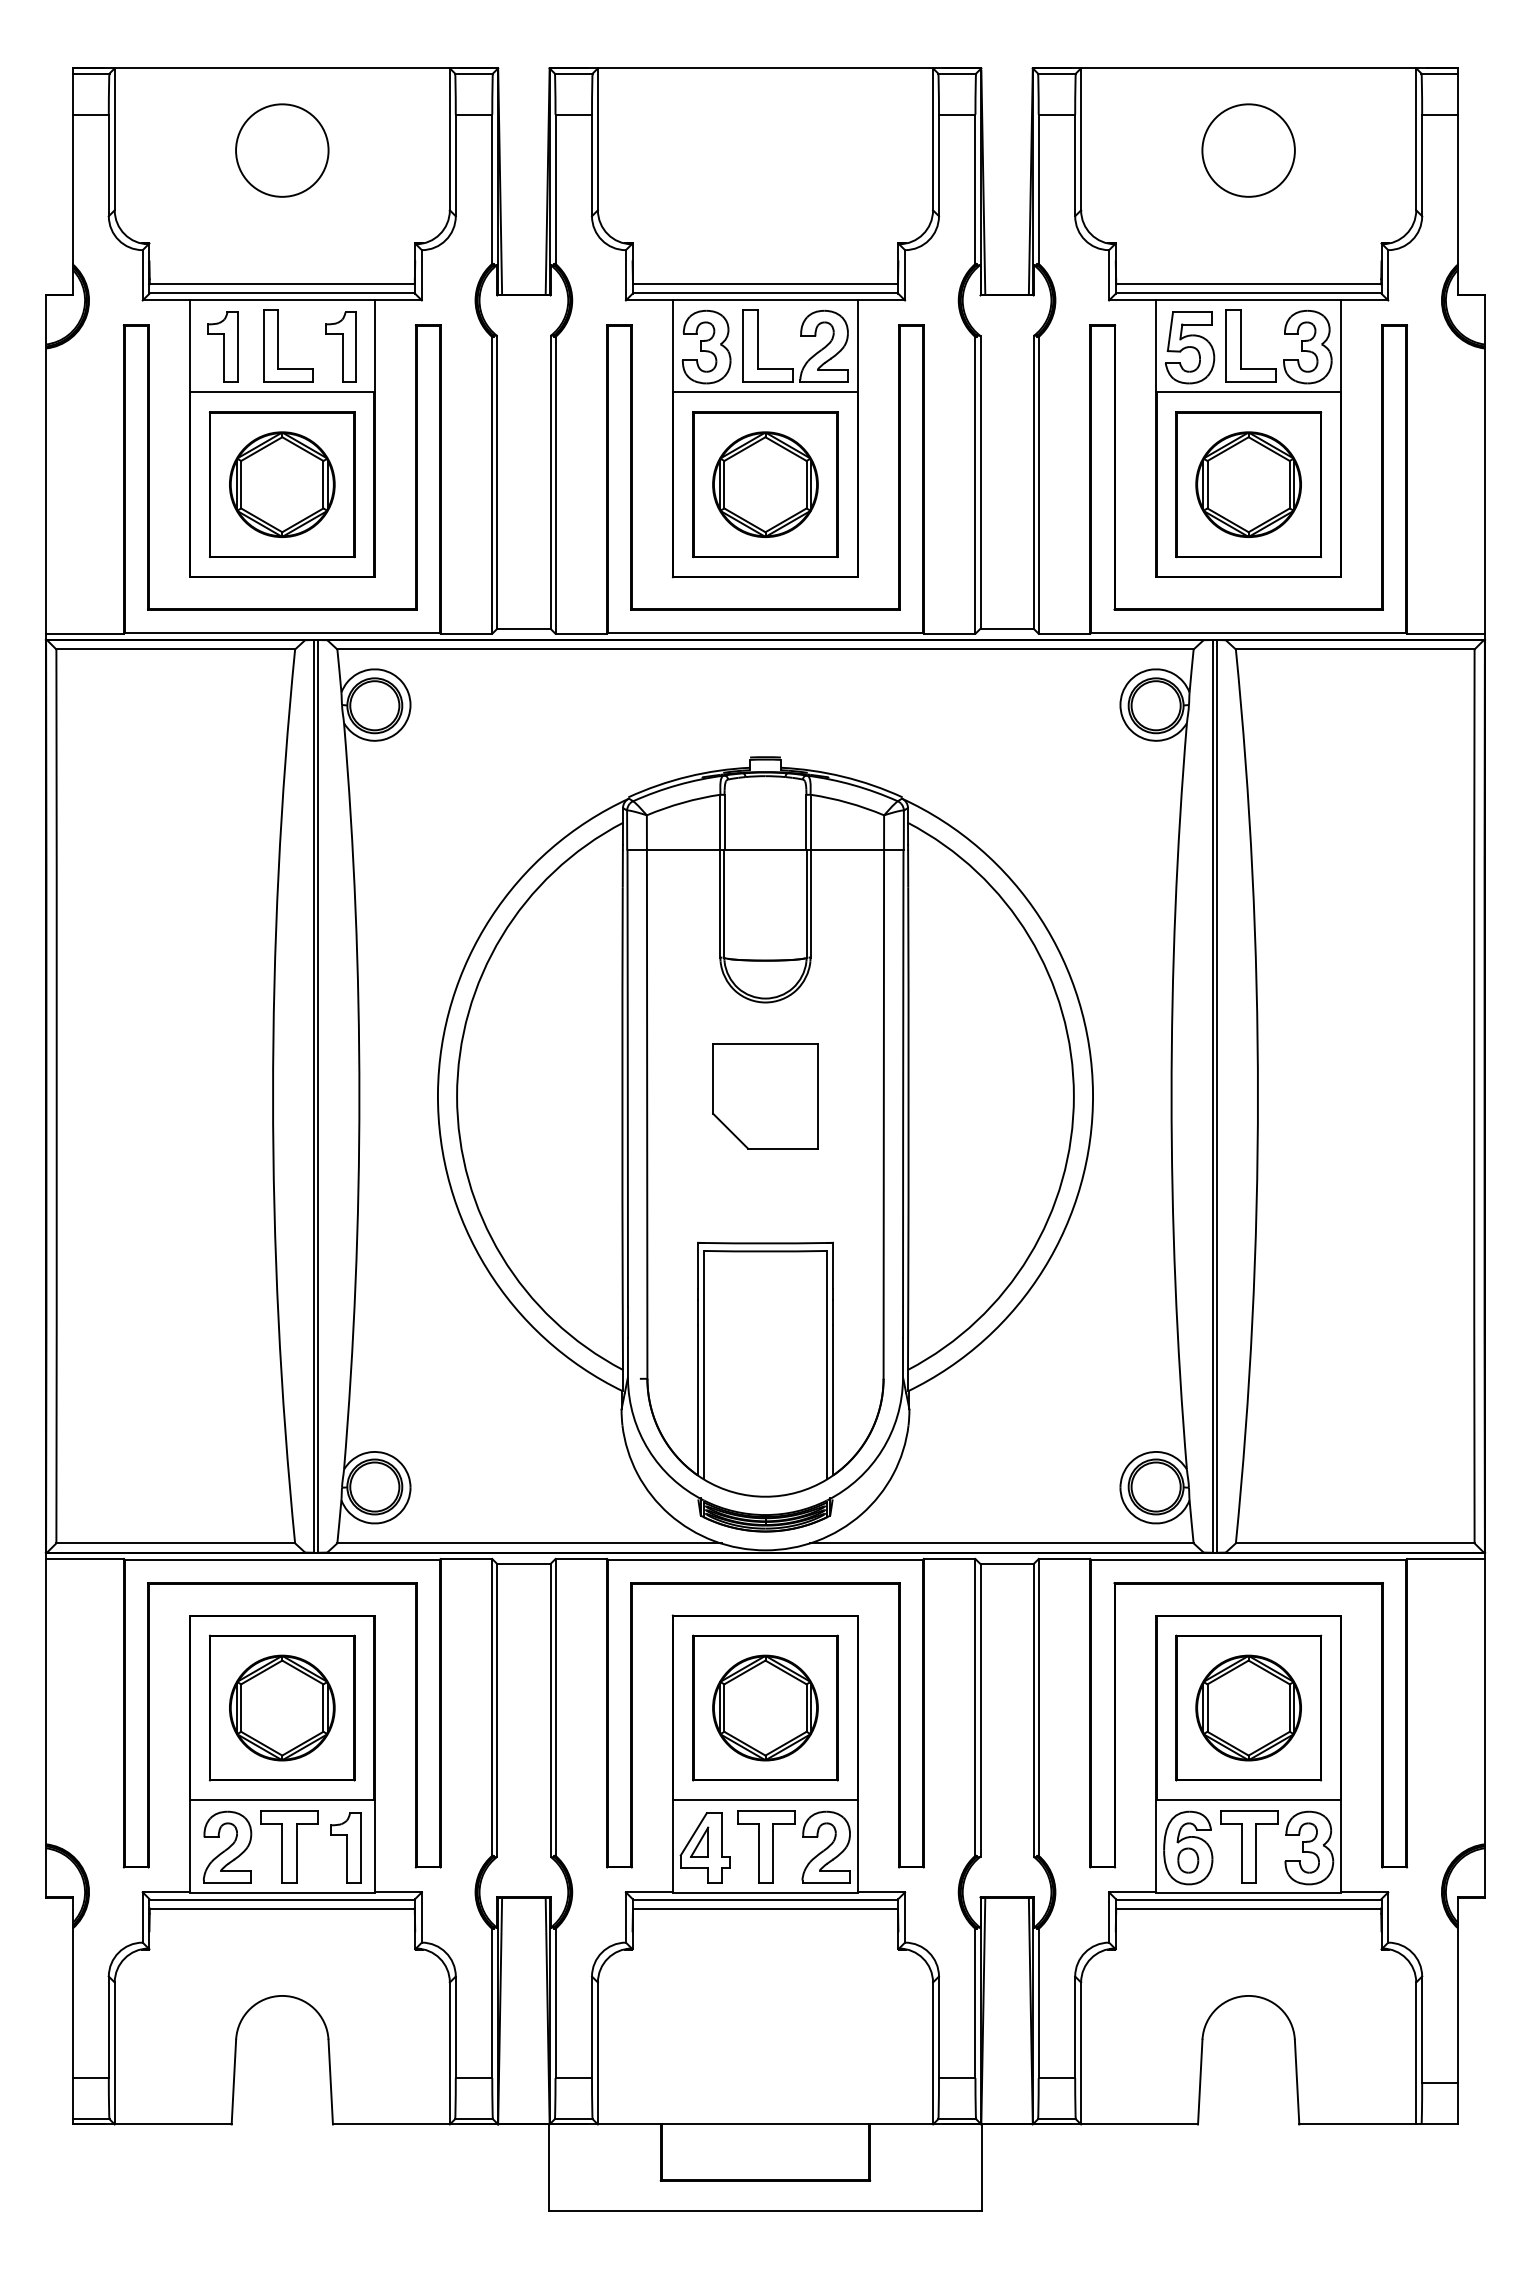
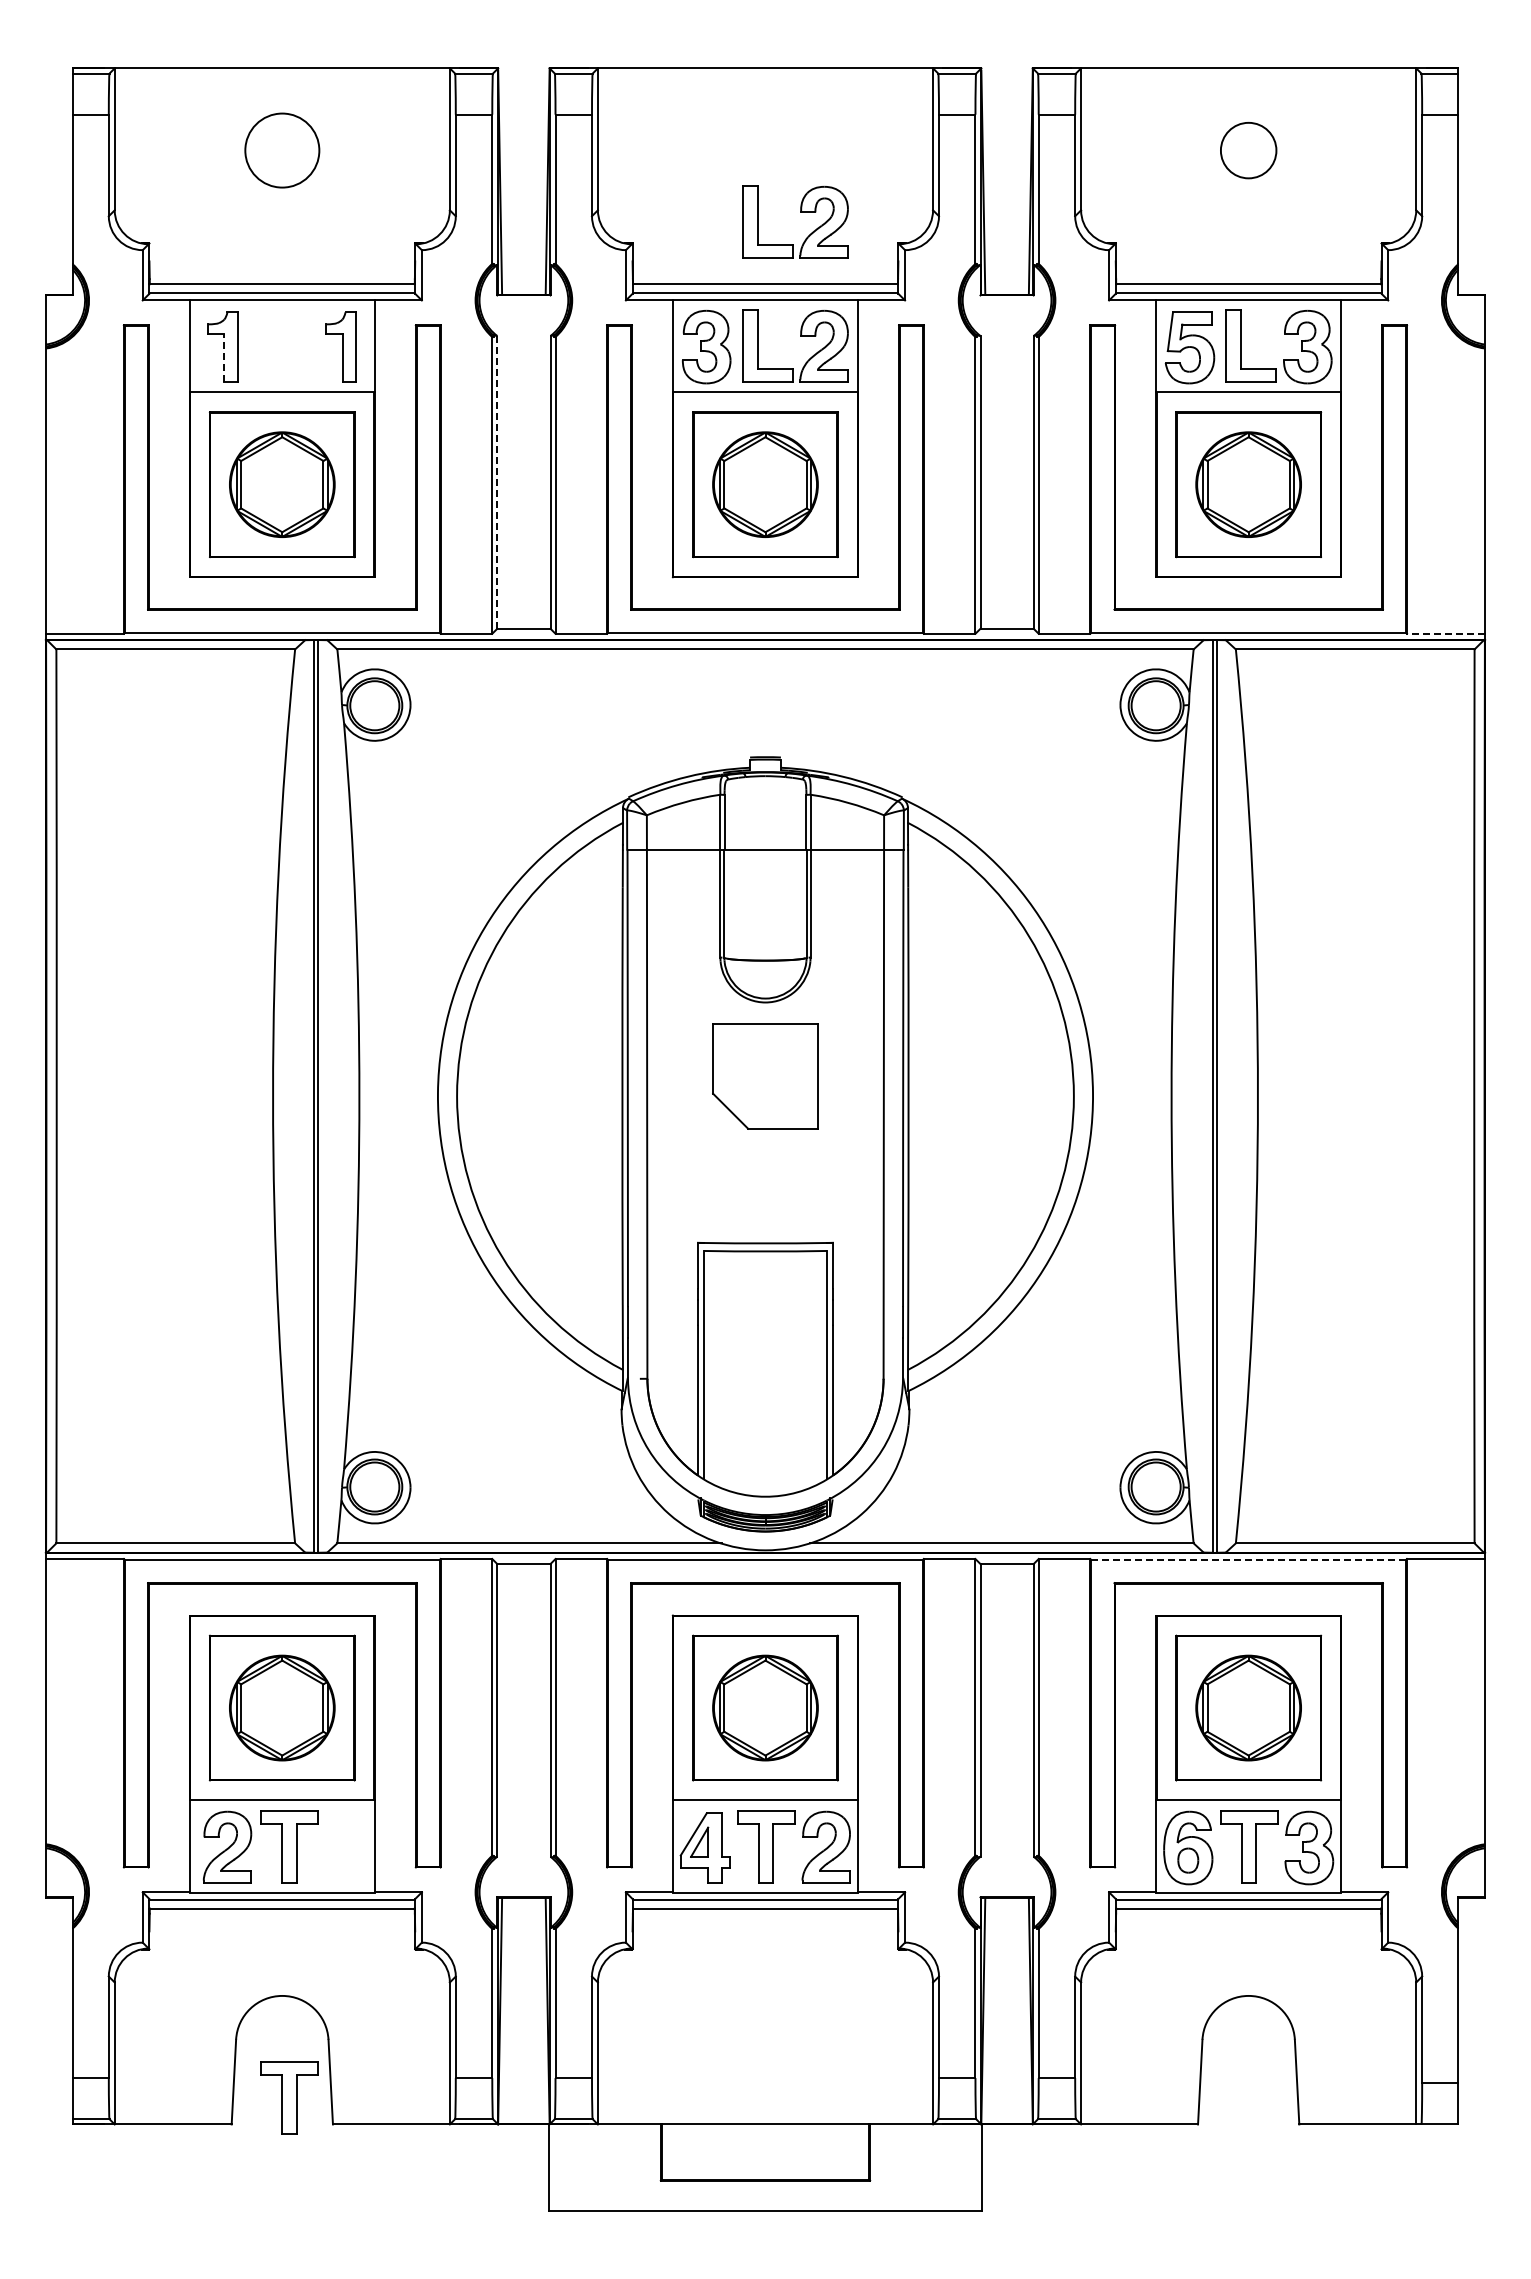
circle at (282, 150) size: 95x95 px -> 77x77 px
circle at (1248, 150) diameter: 93 px -> 56 px
part at (800, 212): none -> present
part at (278, 345): present -> none
line at (224, 357): solid -> dashed
line at (497, 482): solid -> dashed
line at (1445, 633): solid -> dashed
part at (765, 1096) position: (765, 1096) -> (765, 1076)
line at (1248, 1559): solid -> dashed
part at (345, 1847): present -> none
part at (289, 2097): none -> present
